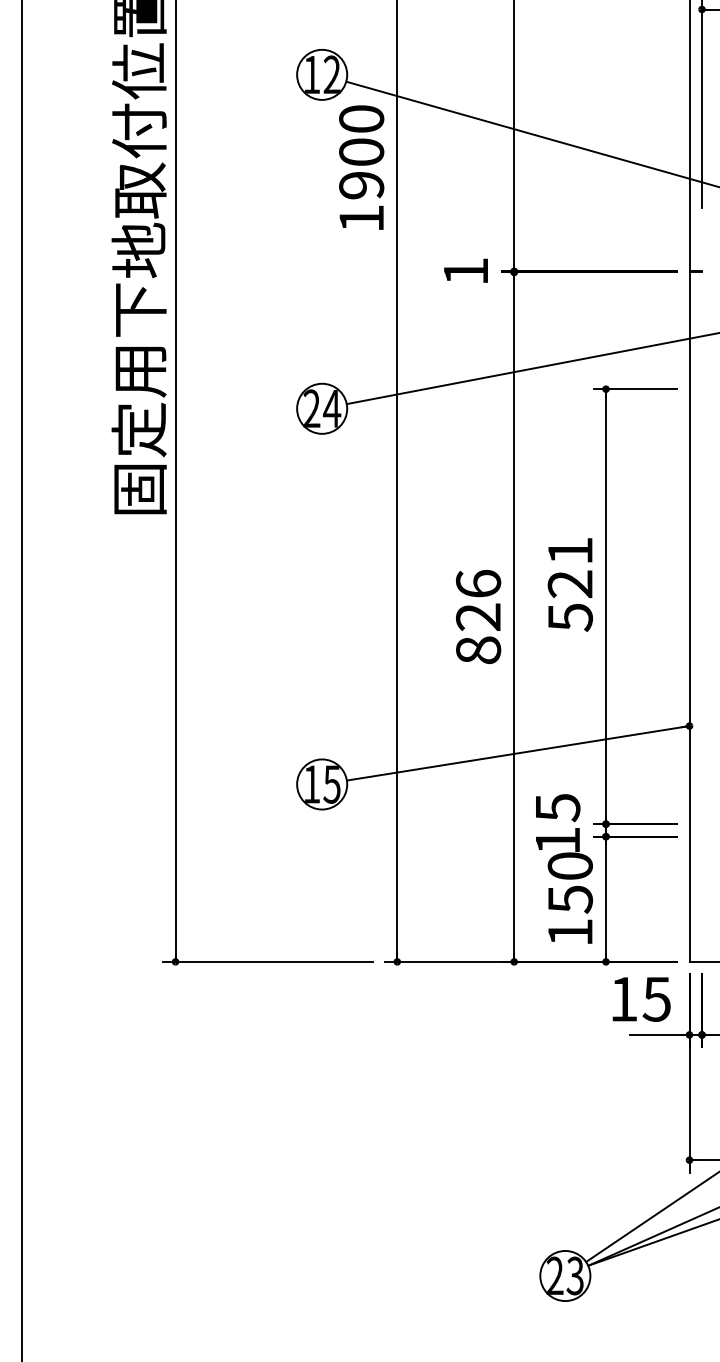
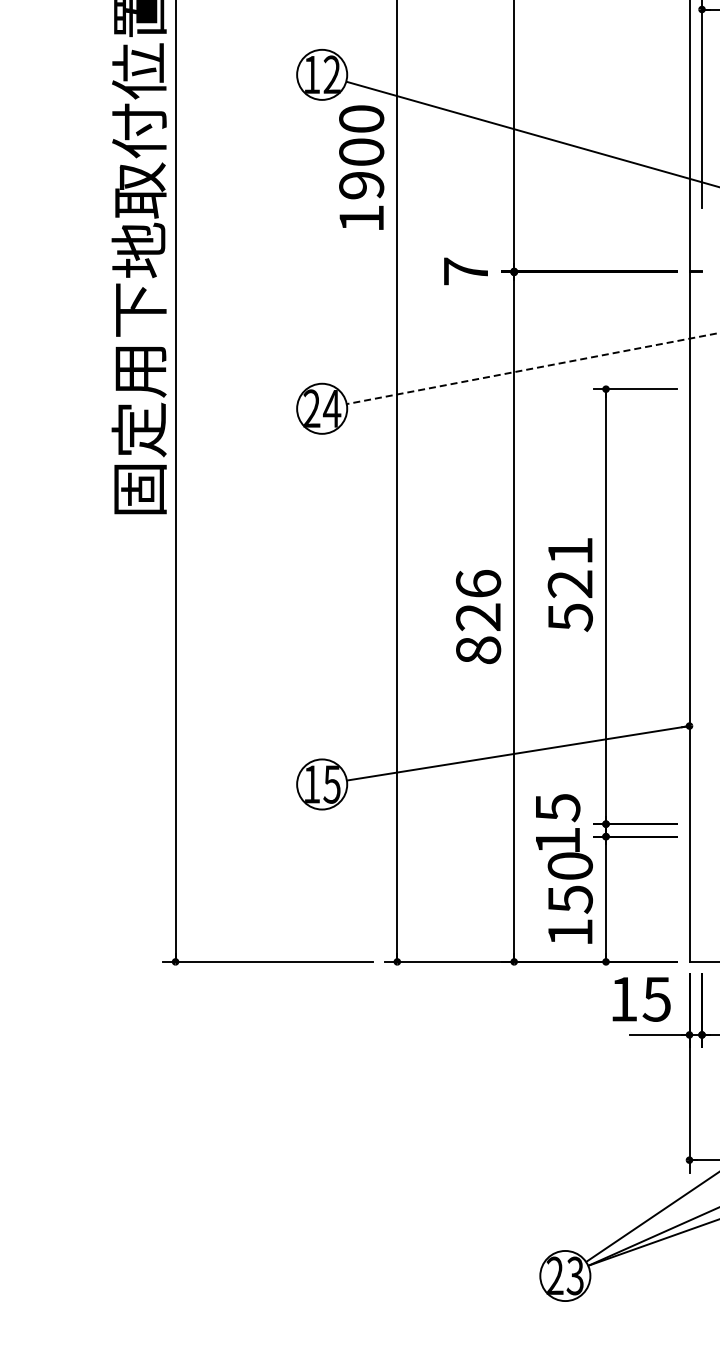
text at (465, 271): 1 -> 7
line at (533, 368): solid -> dashed
line at (21, 680): present -> none
